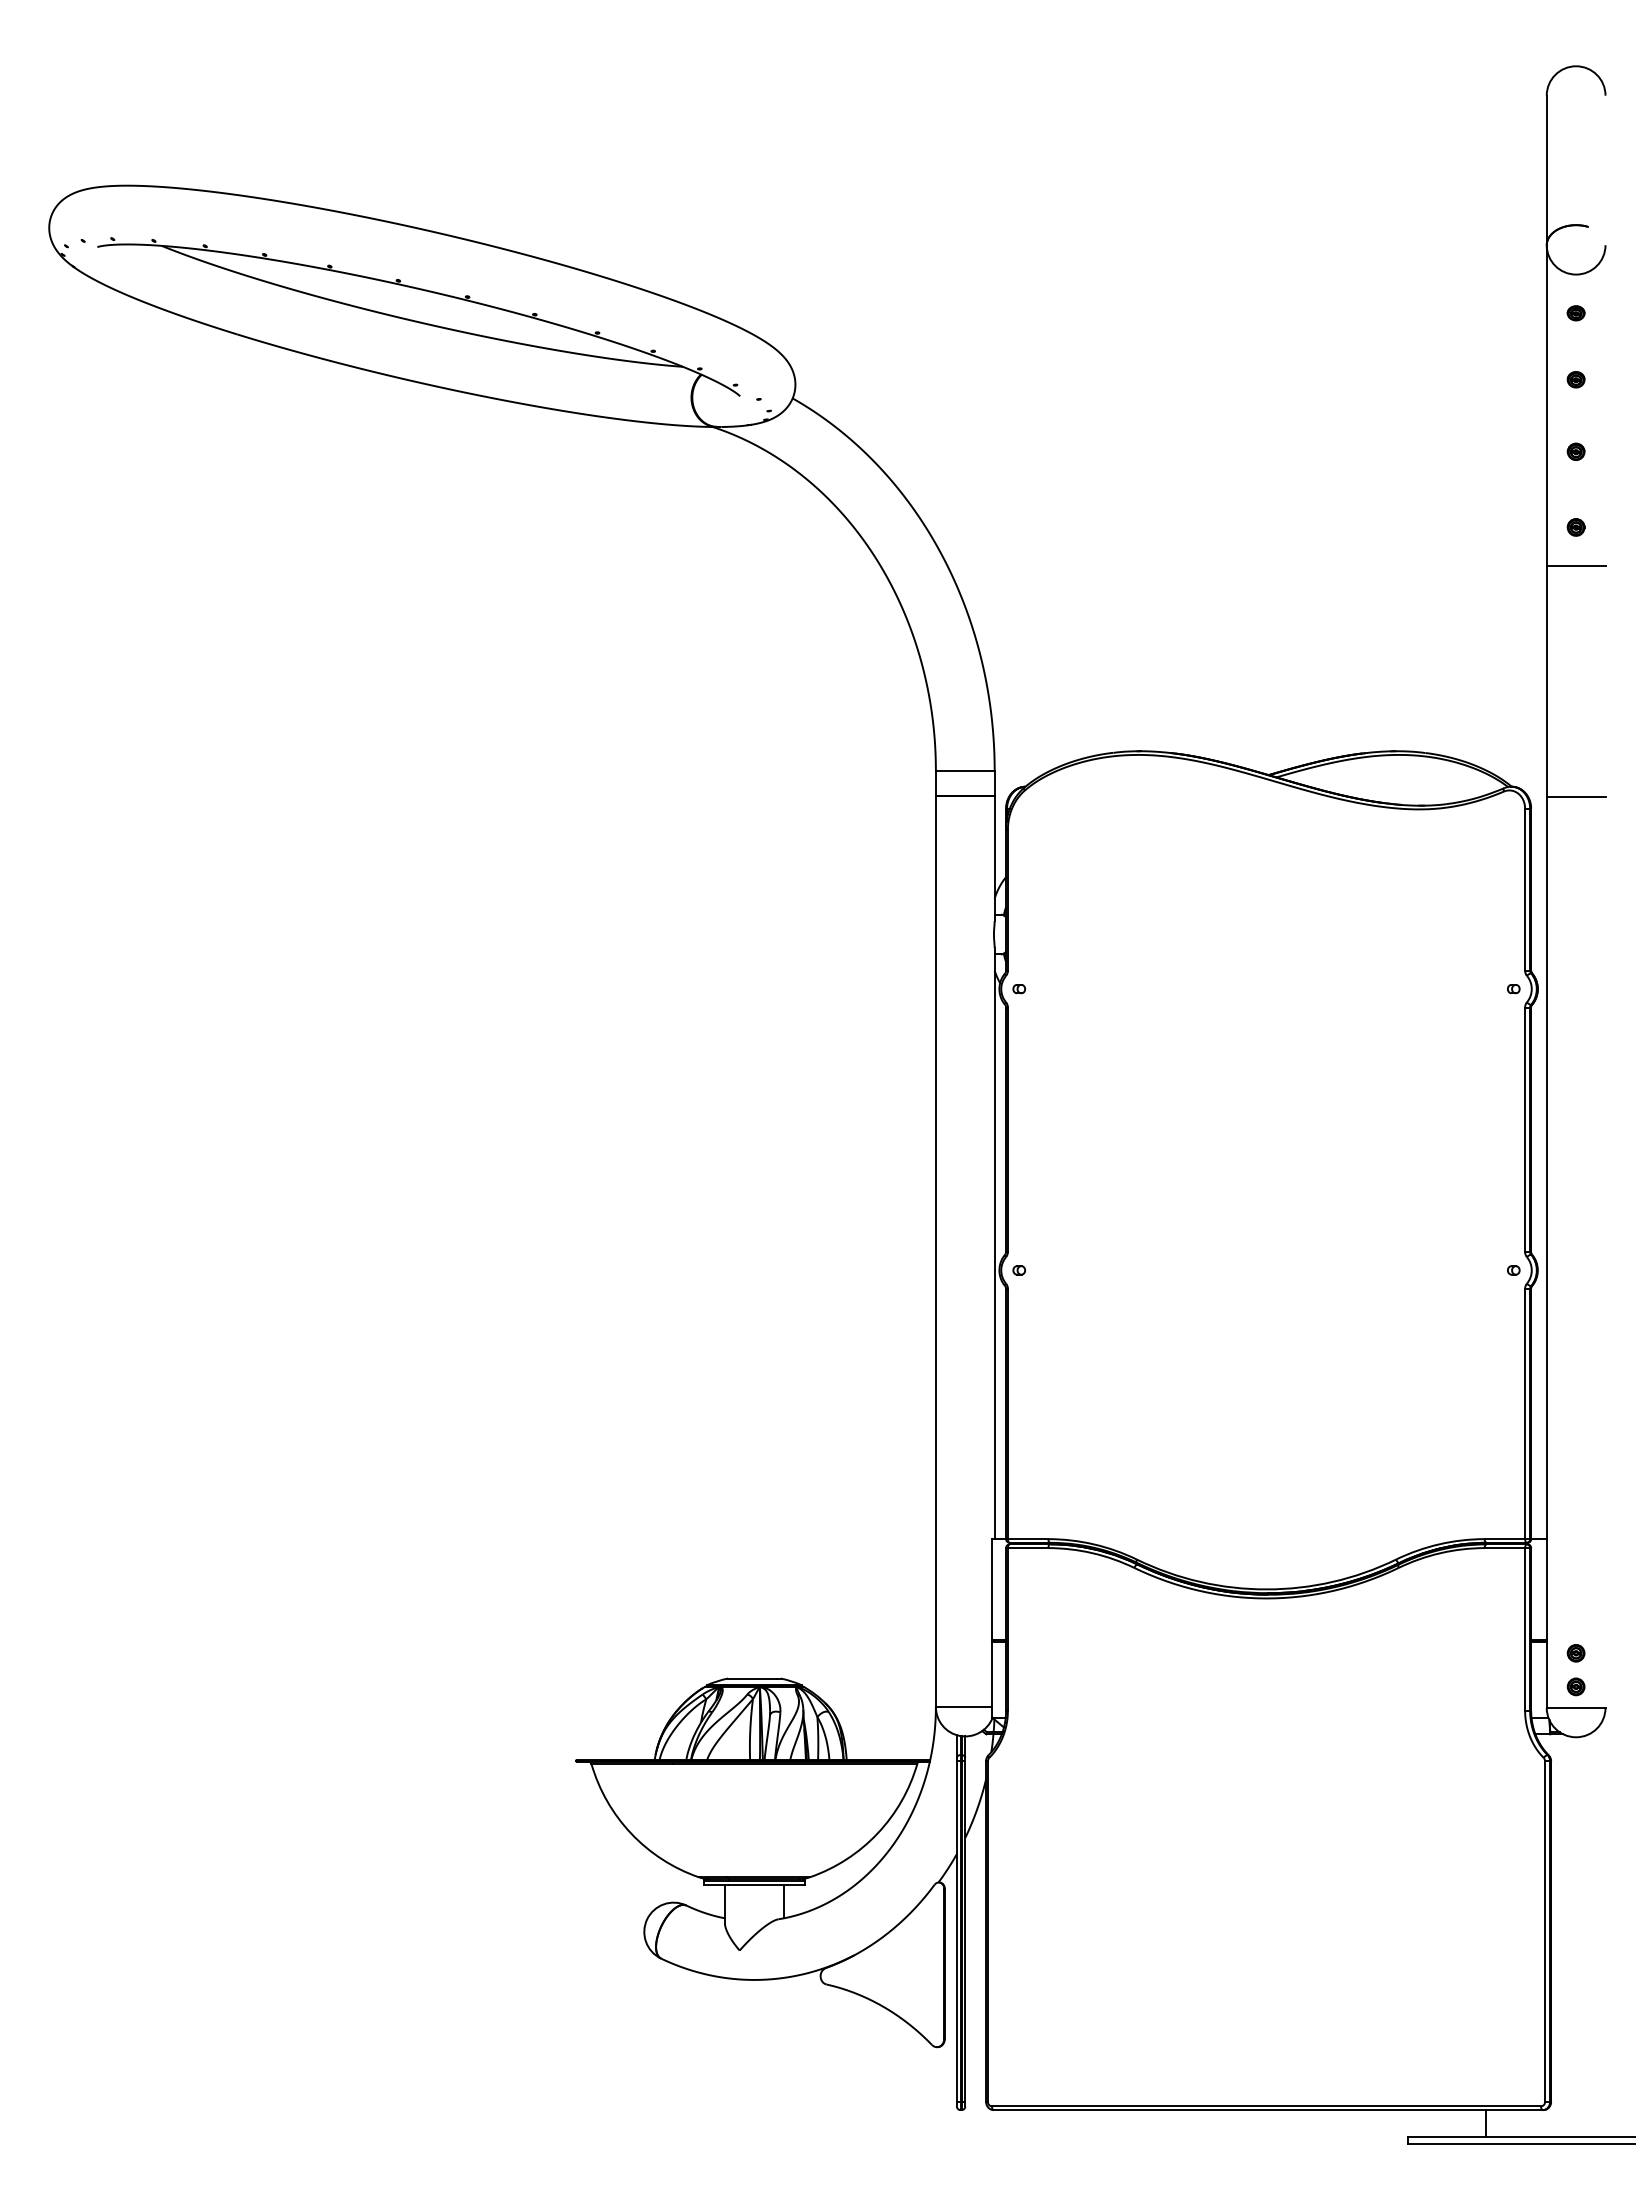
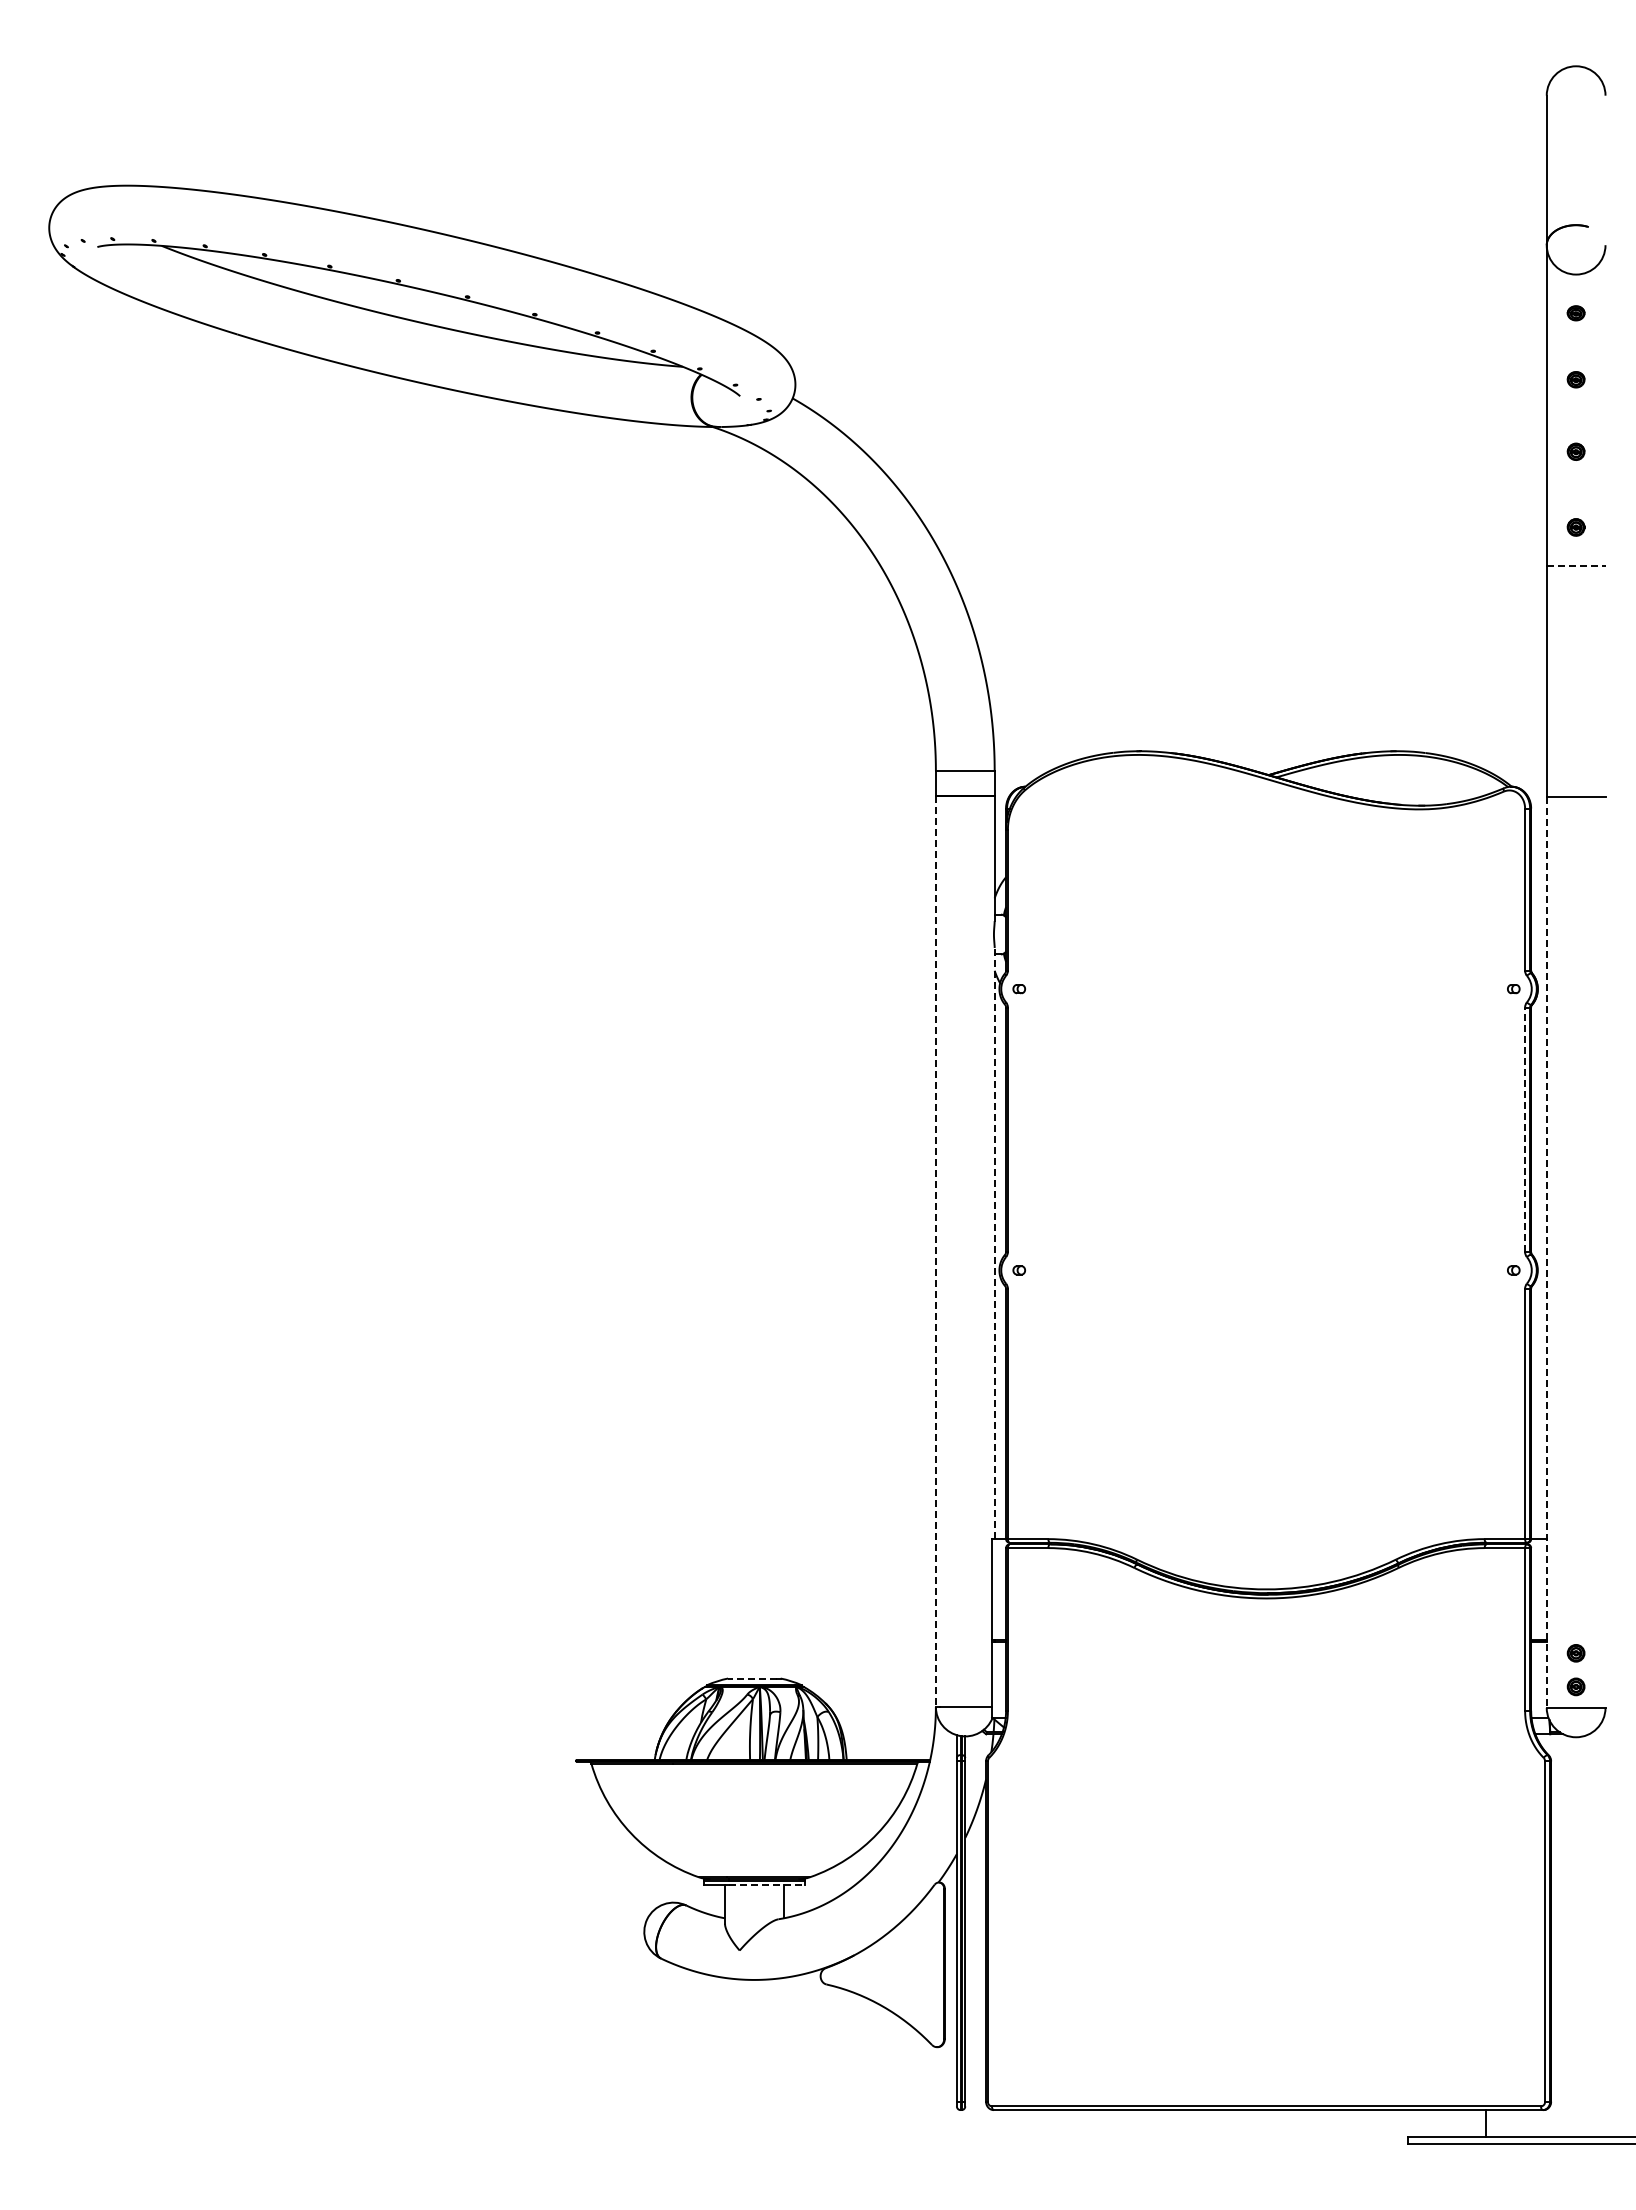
line at (1576, 565): solid -> dashed
line at (1525, 1129): solid -> dashed
line at (994, 1243): solid -> dashed
line at (935, 1251): solid -> dashed
line at (1546, 1252): solid -> dashed
line at (752, 1678): solid -> dashed
line at (767, 1885): solid -> dashed
